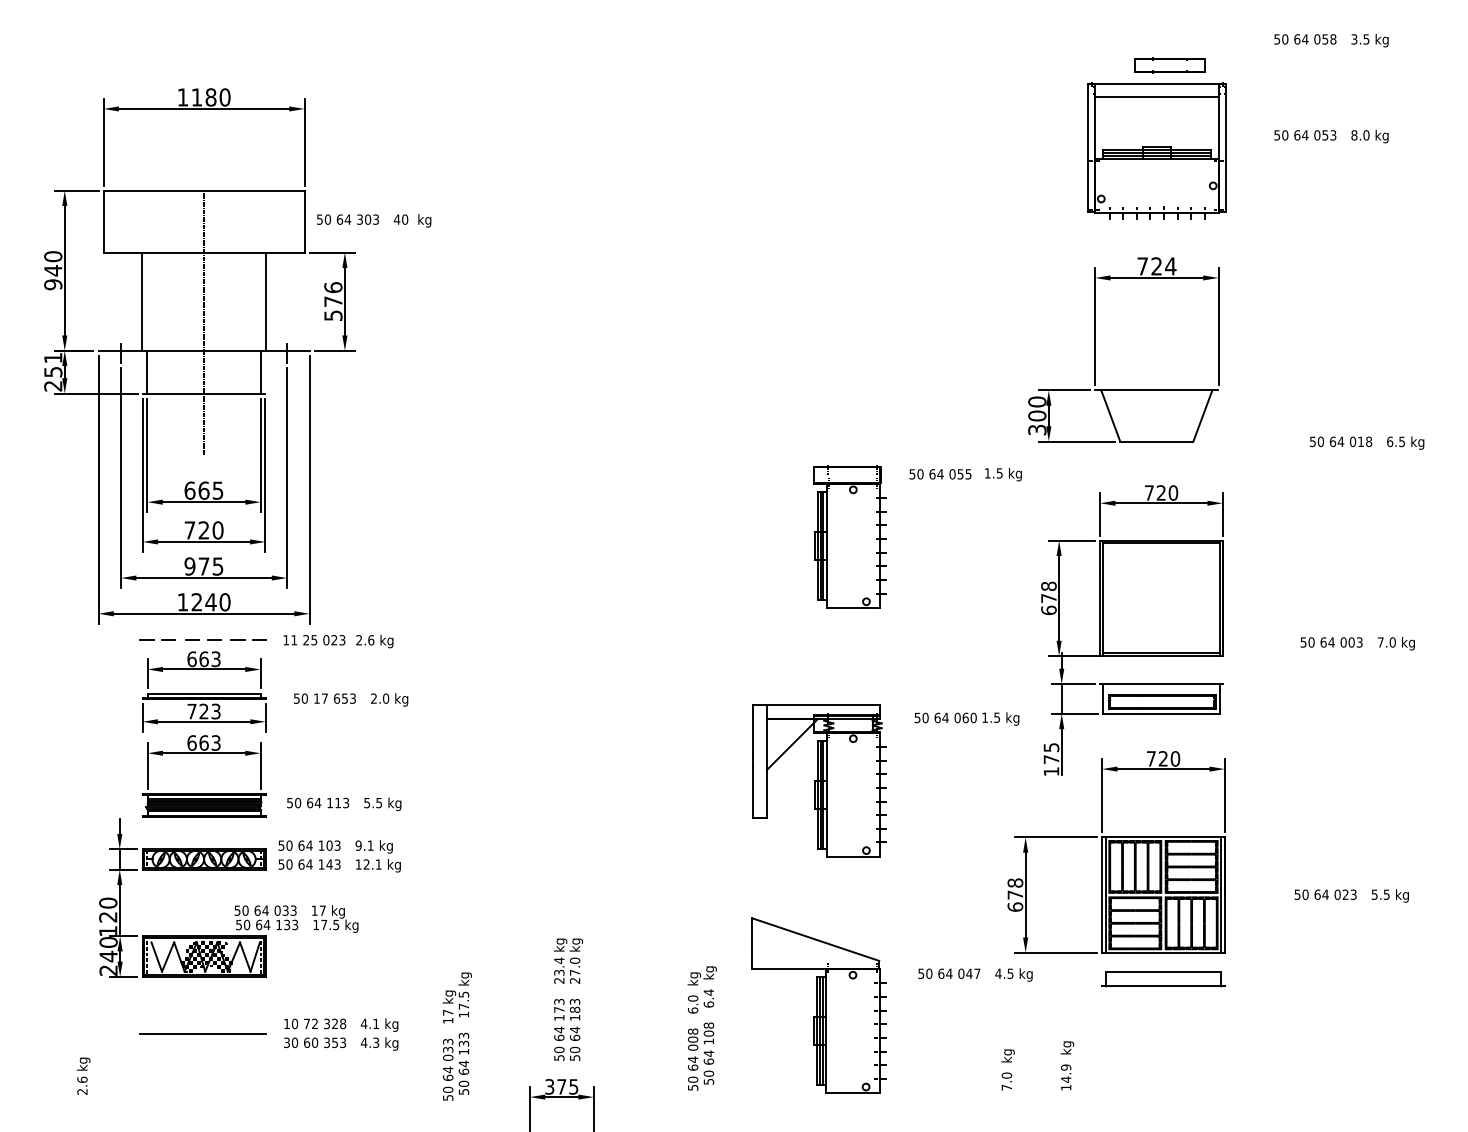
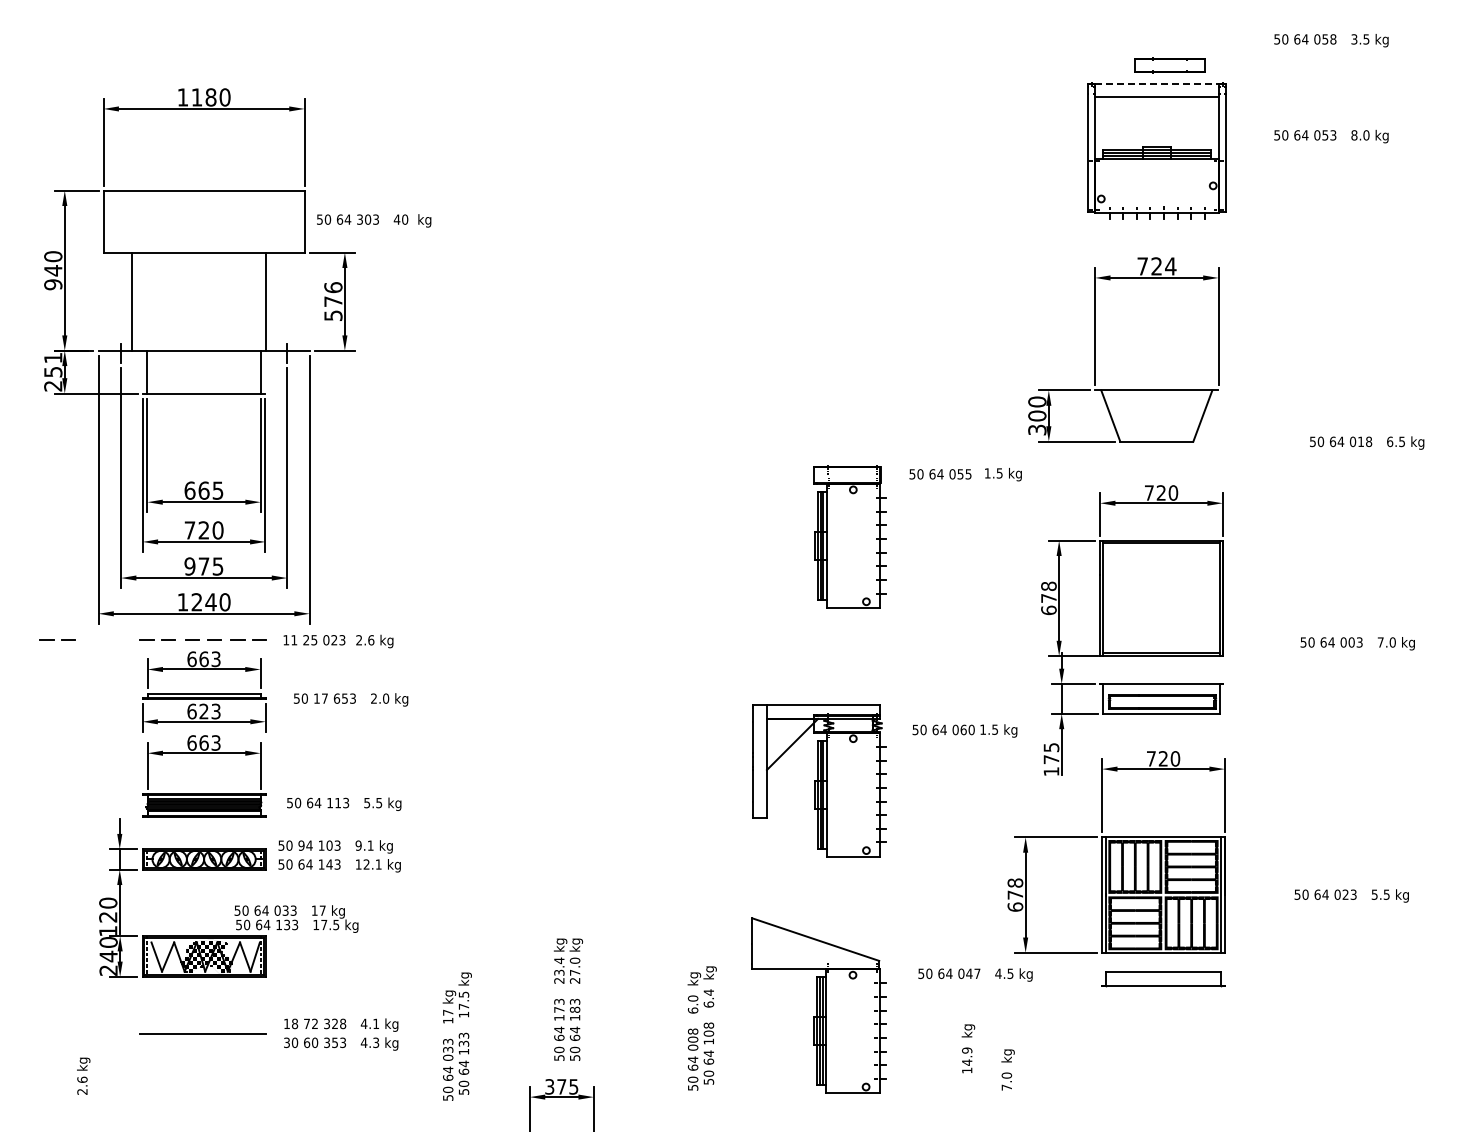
line at (1157, 84): solid -> dashed
line at (142, 301) position: (142, 301) -> (132, 301)
line at (204, 322): present -> none
line at (54, 639): none -> present
text at (191, 711): 723 -> 623
text at (966, 718) position: (966, 718) -> (964, 730)
text at (301, 845): 64 -> 94
text at (294, 1023): 10 -> 18
text at (1067, 1065) position: (1067, 1065) -> (968, 1048)
